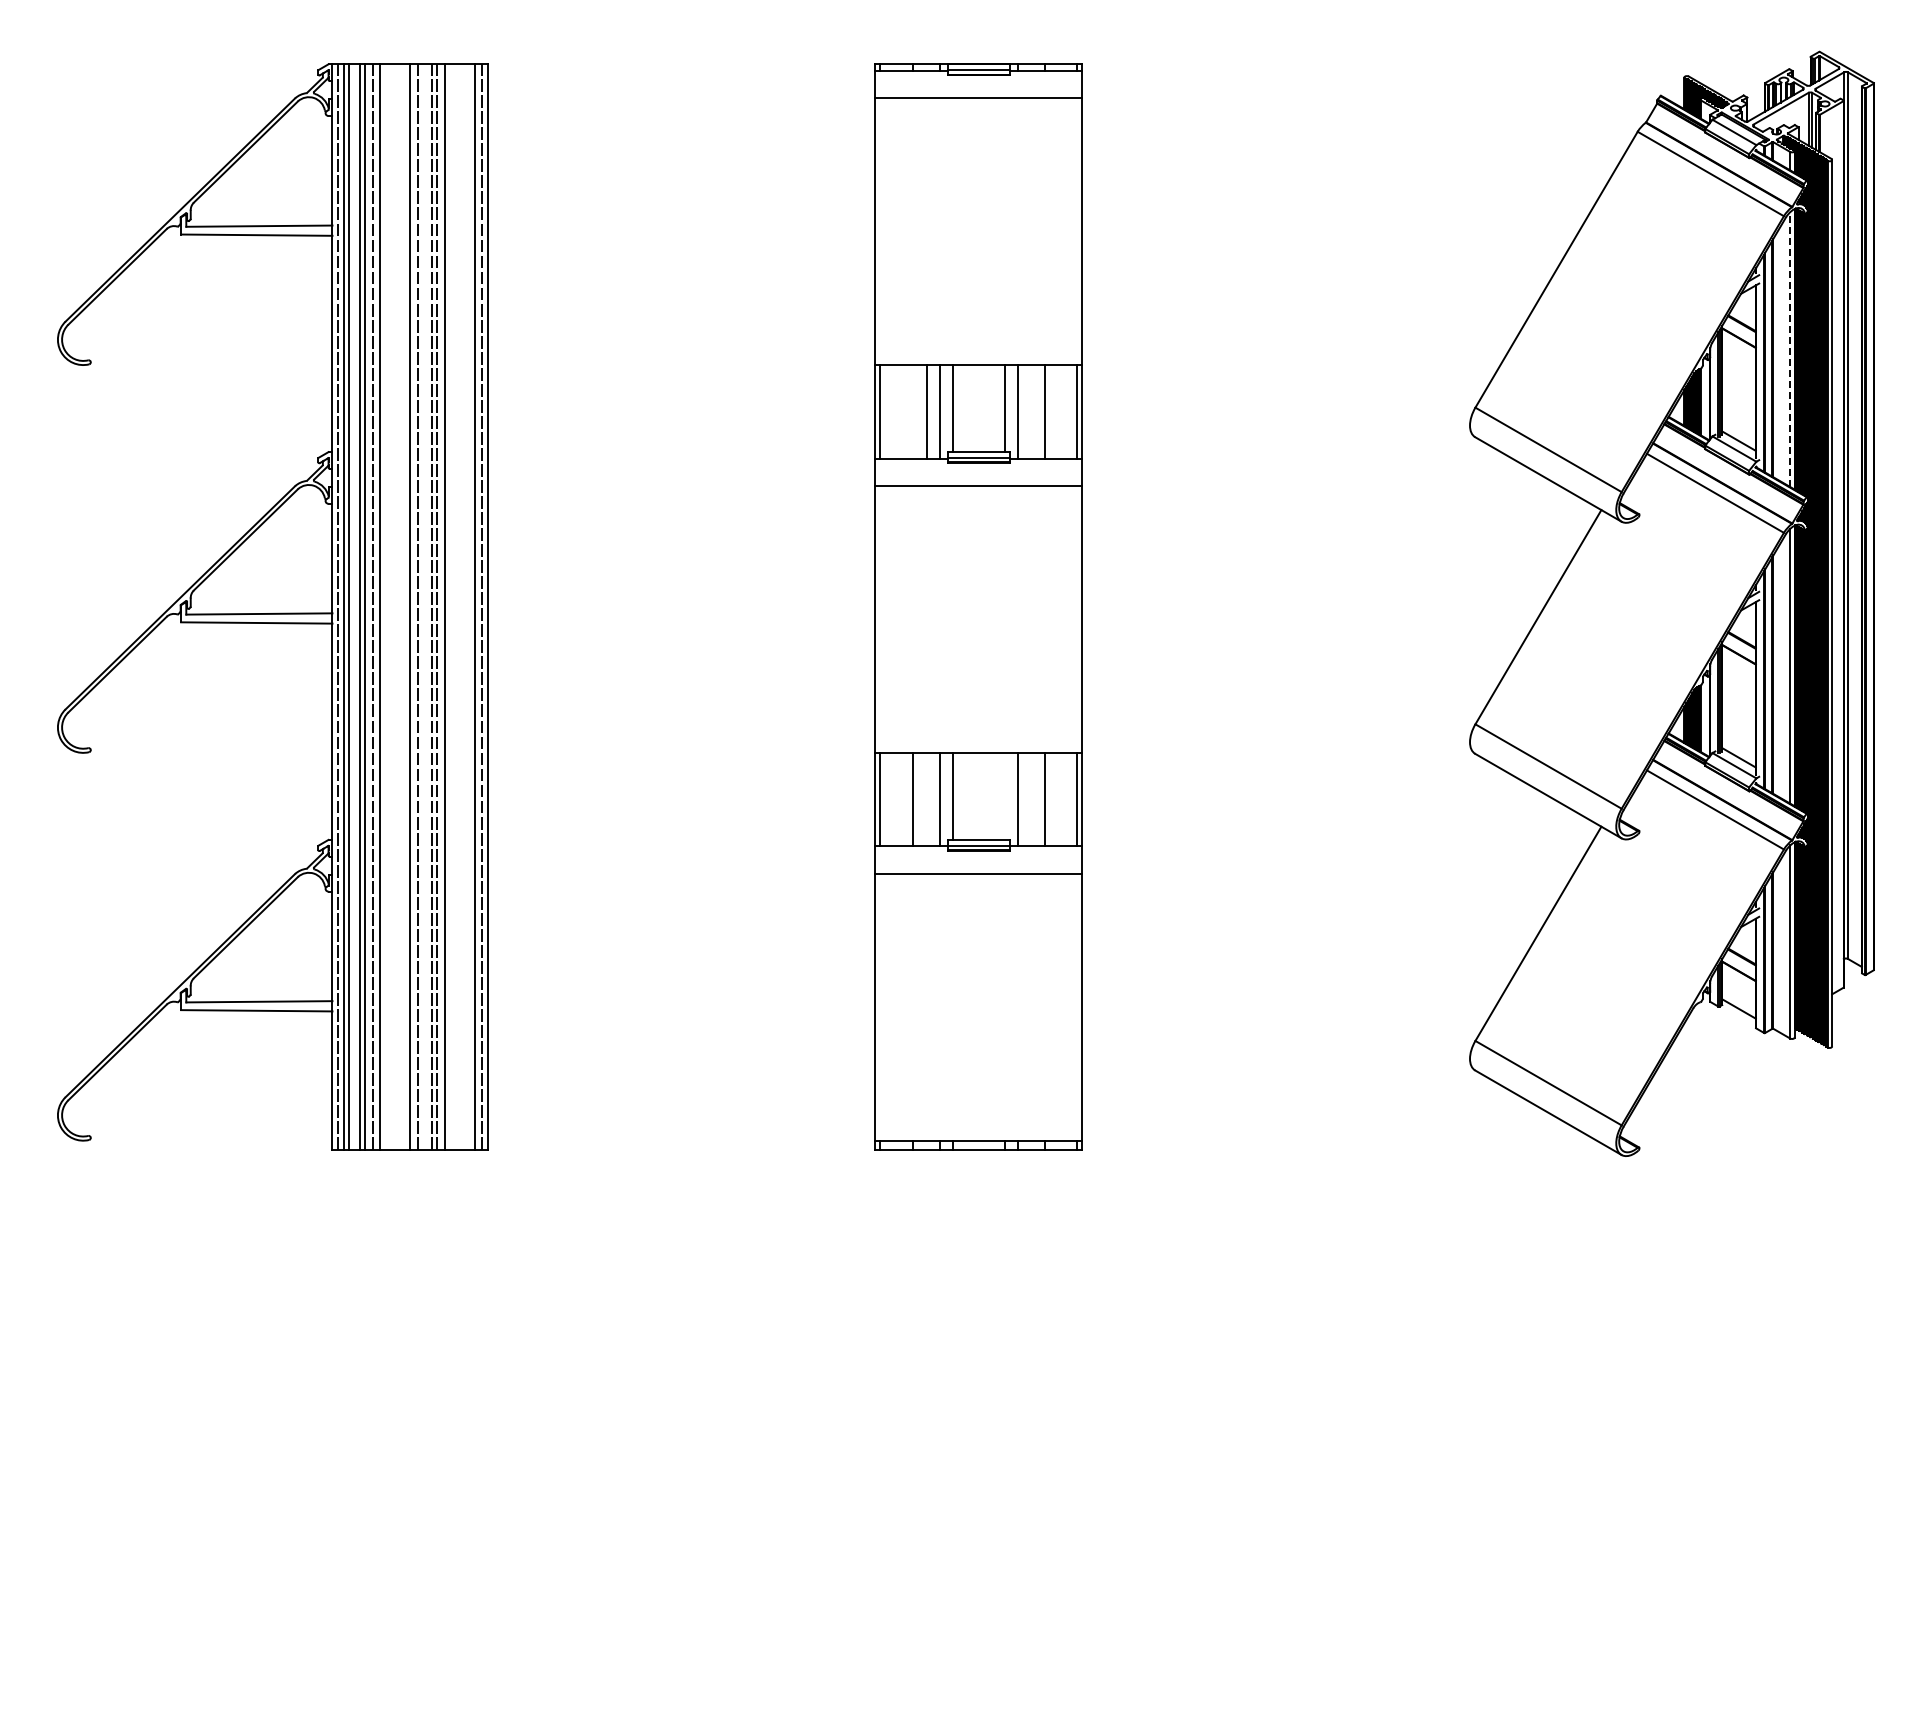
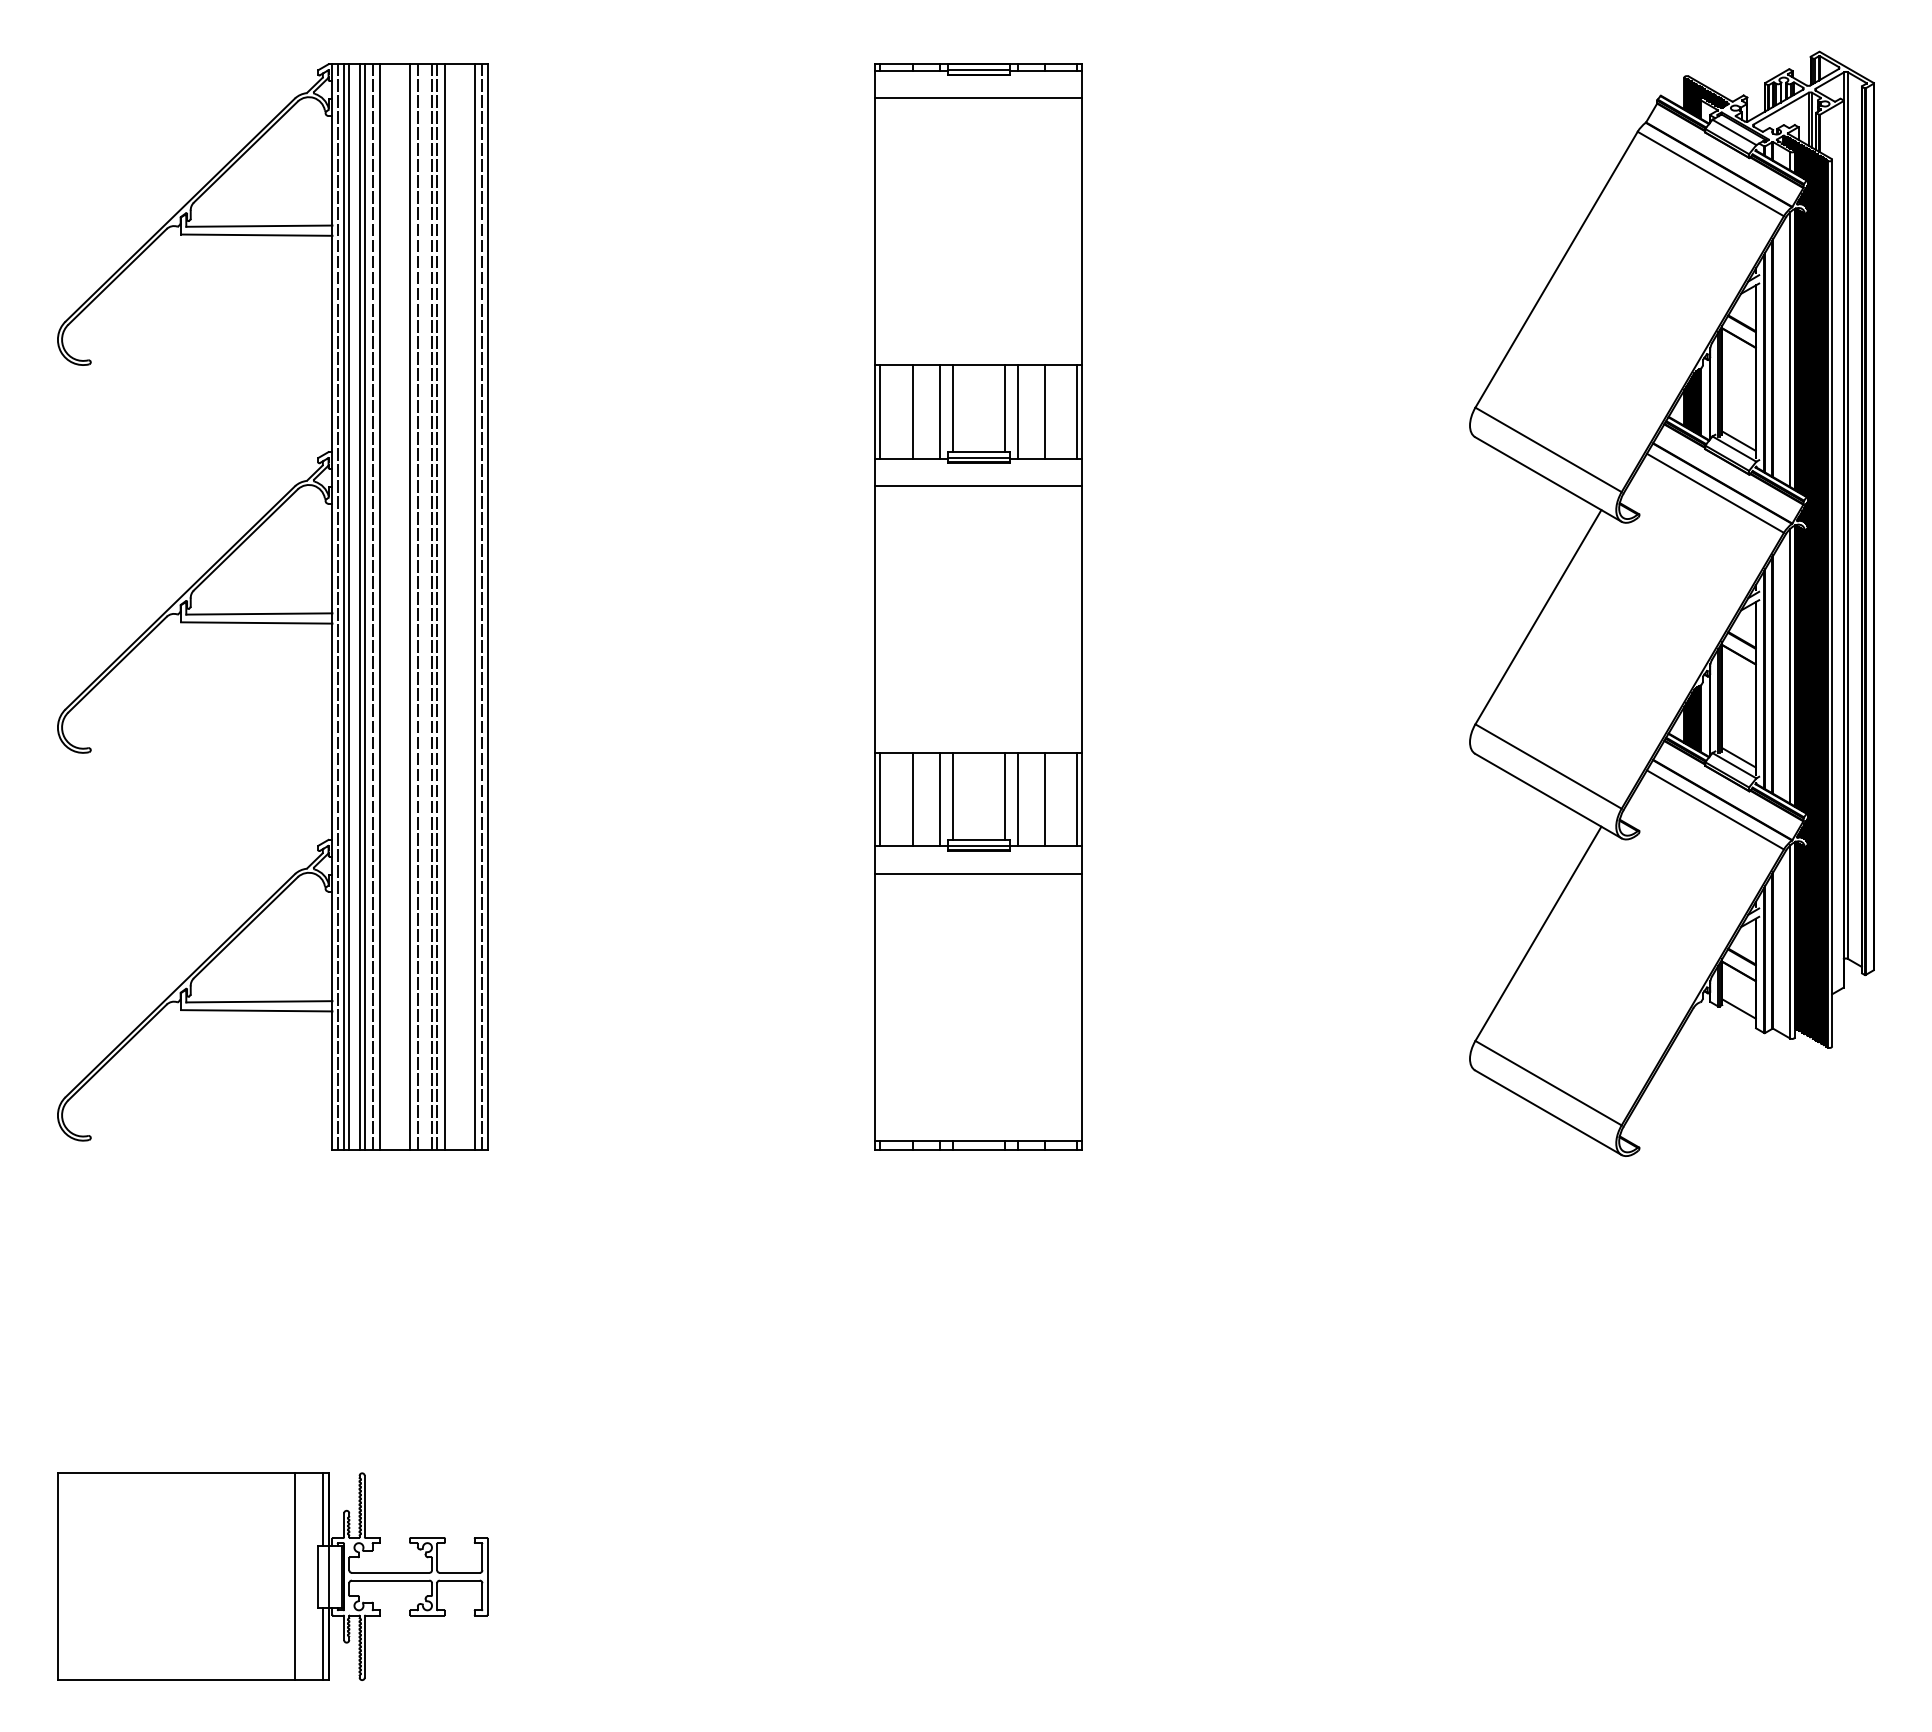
line at (1790, 349): dashed -> solid
line at (926, 411) position: (926, 411) -> (912, 411)
line at (1004, 795): none -> present
part at (272, 1576): none -> present
